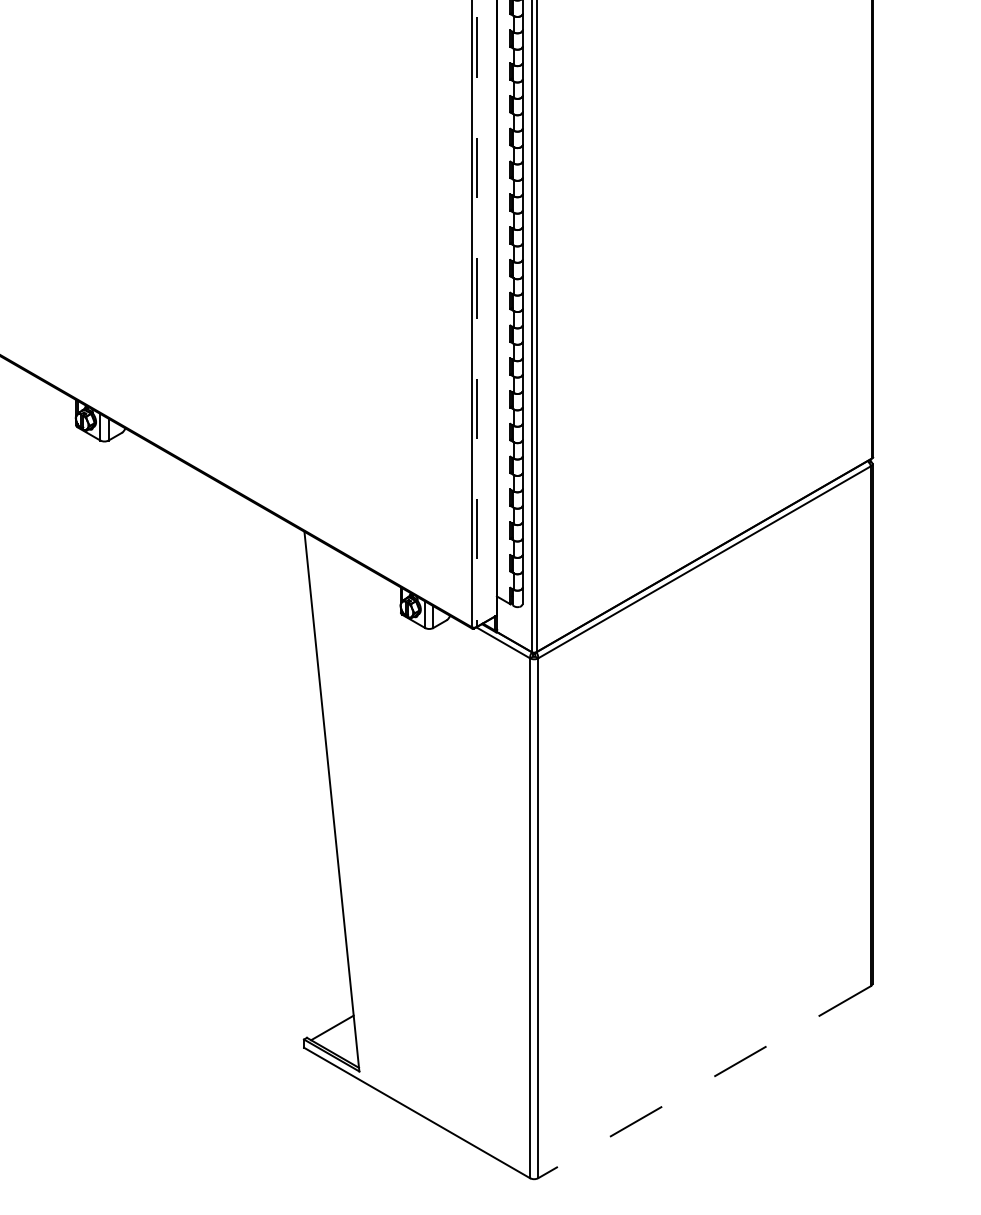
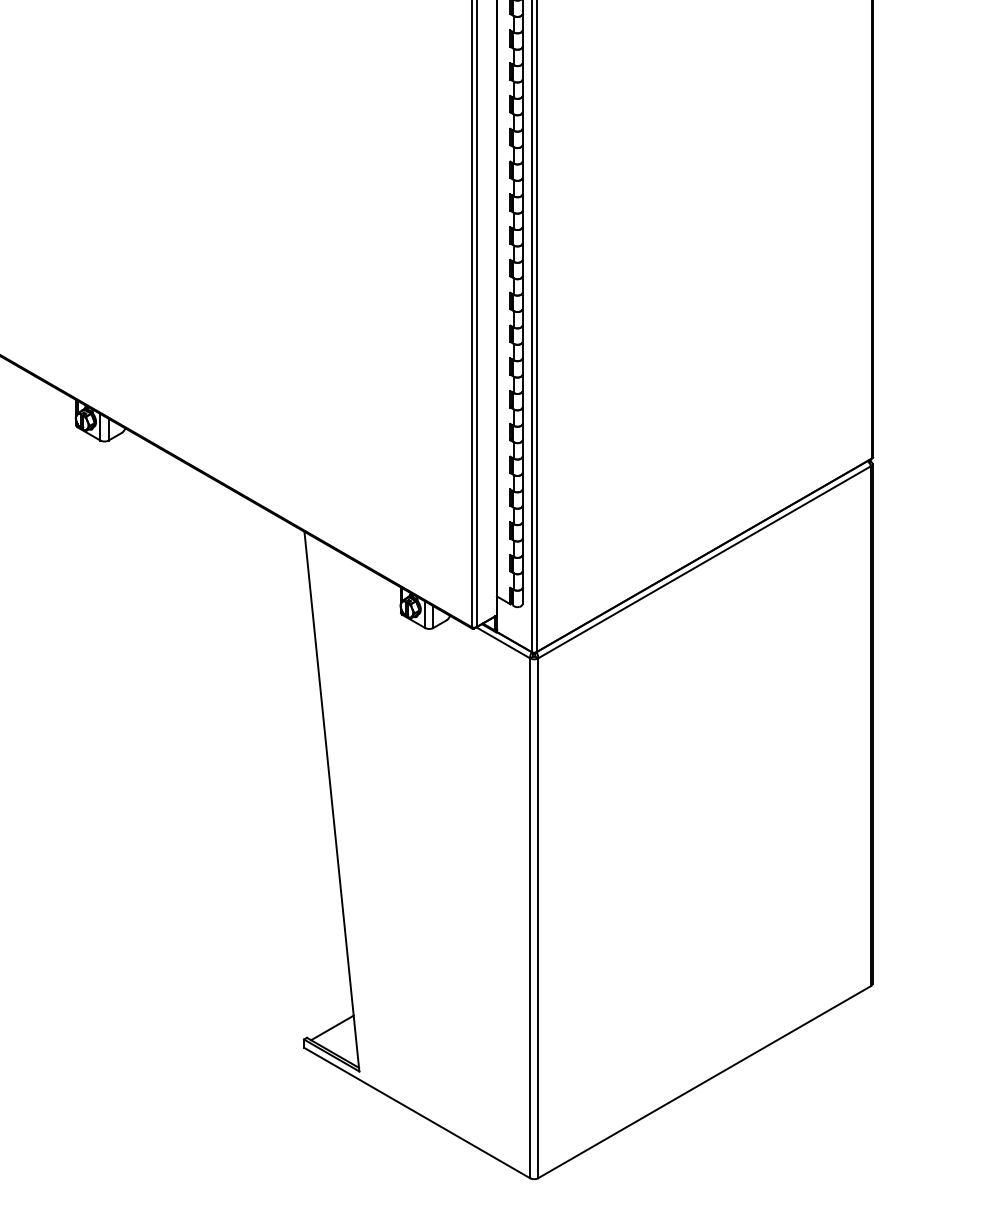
line at (476, 314): dashed -> solid
line at (704, 1082): dashed -> solid
